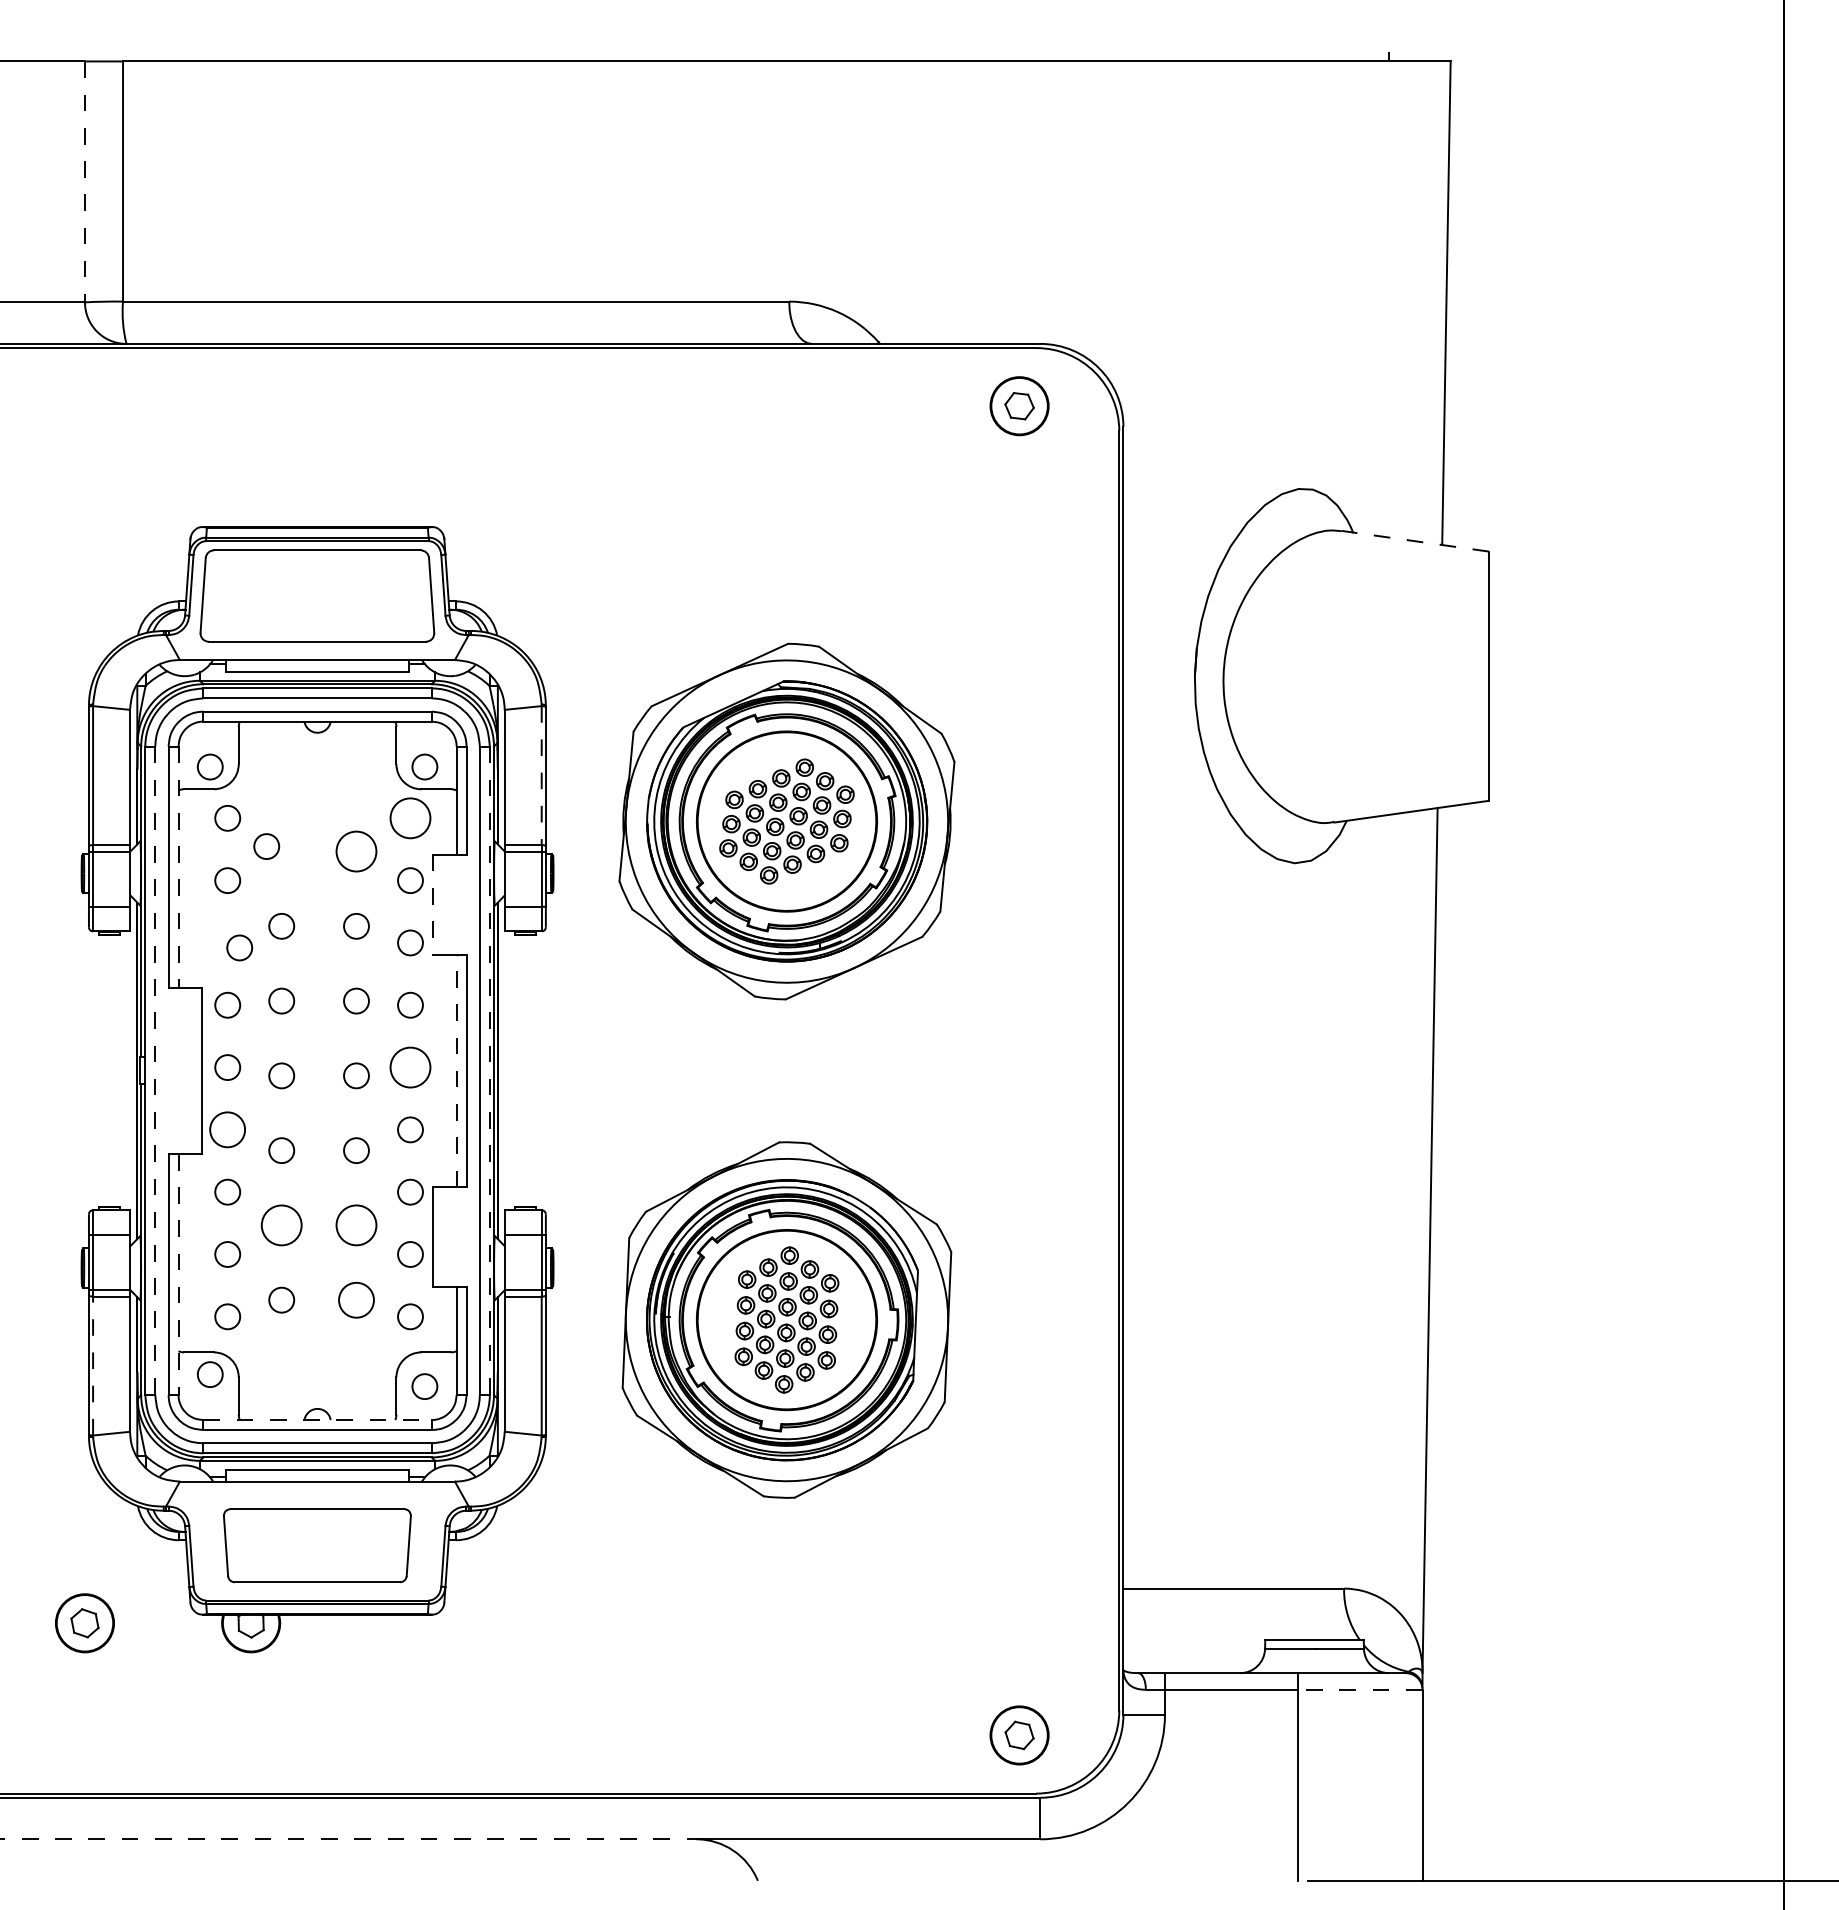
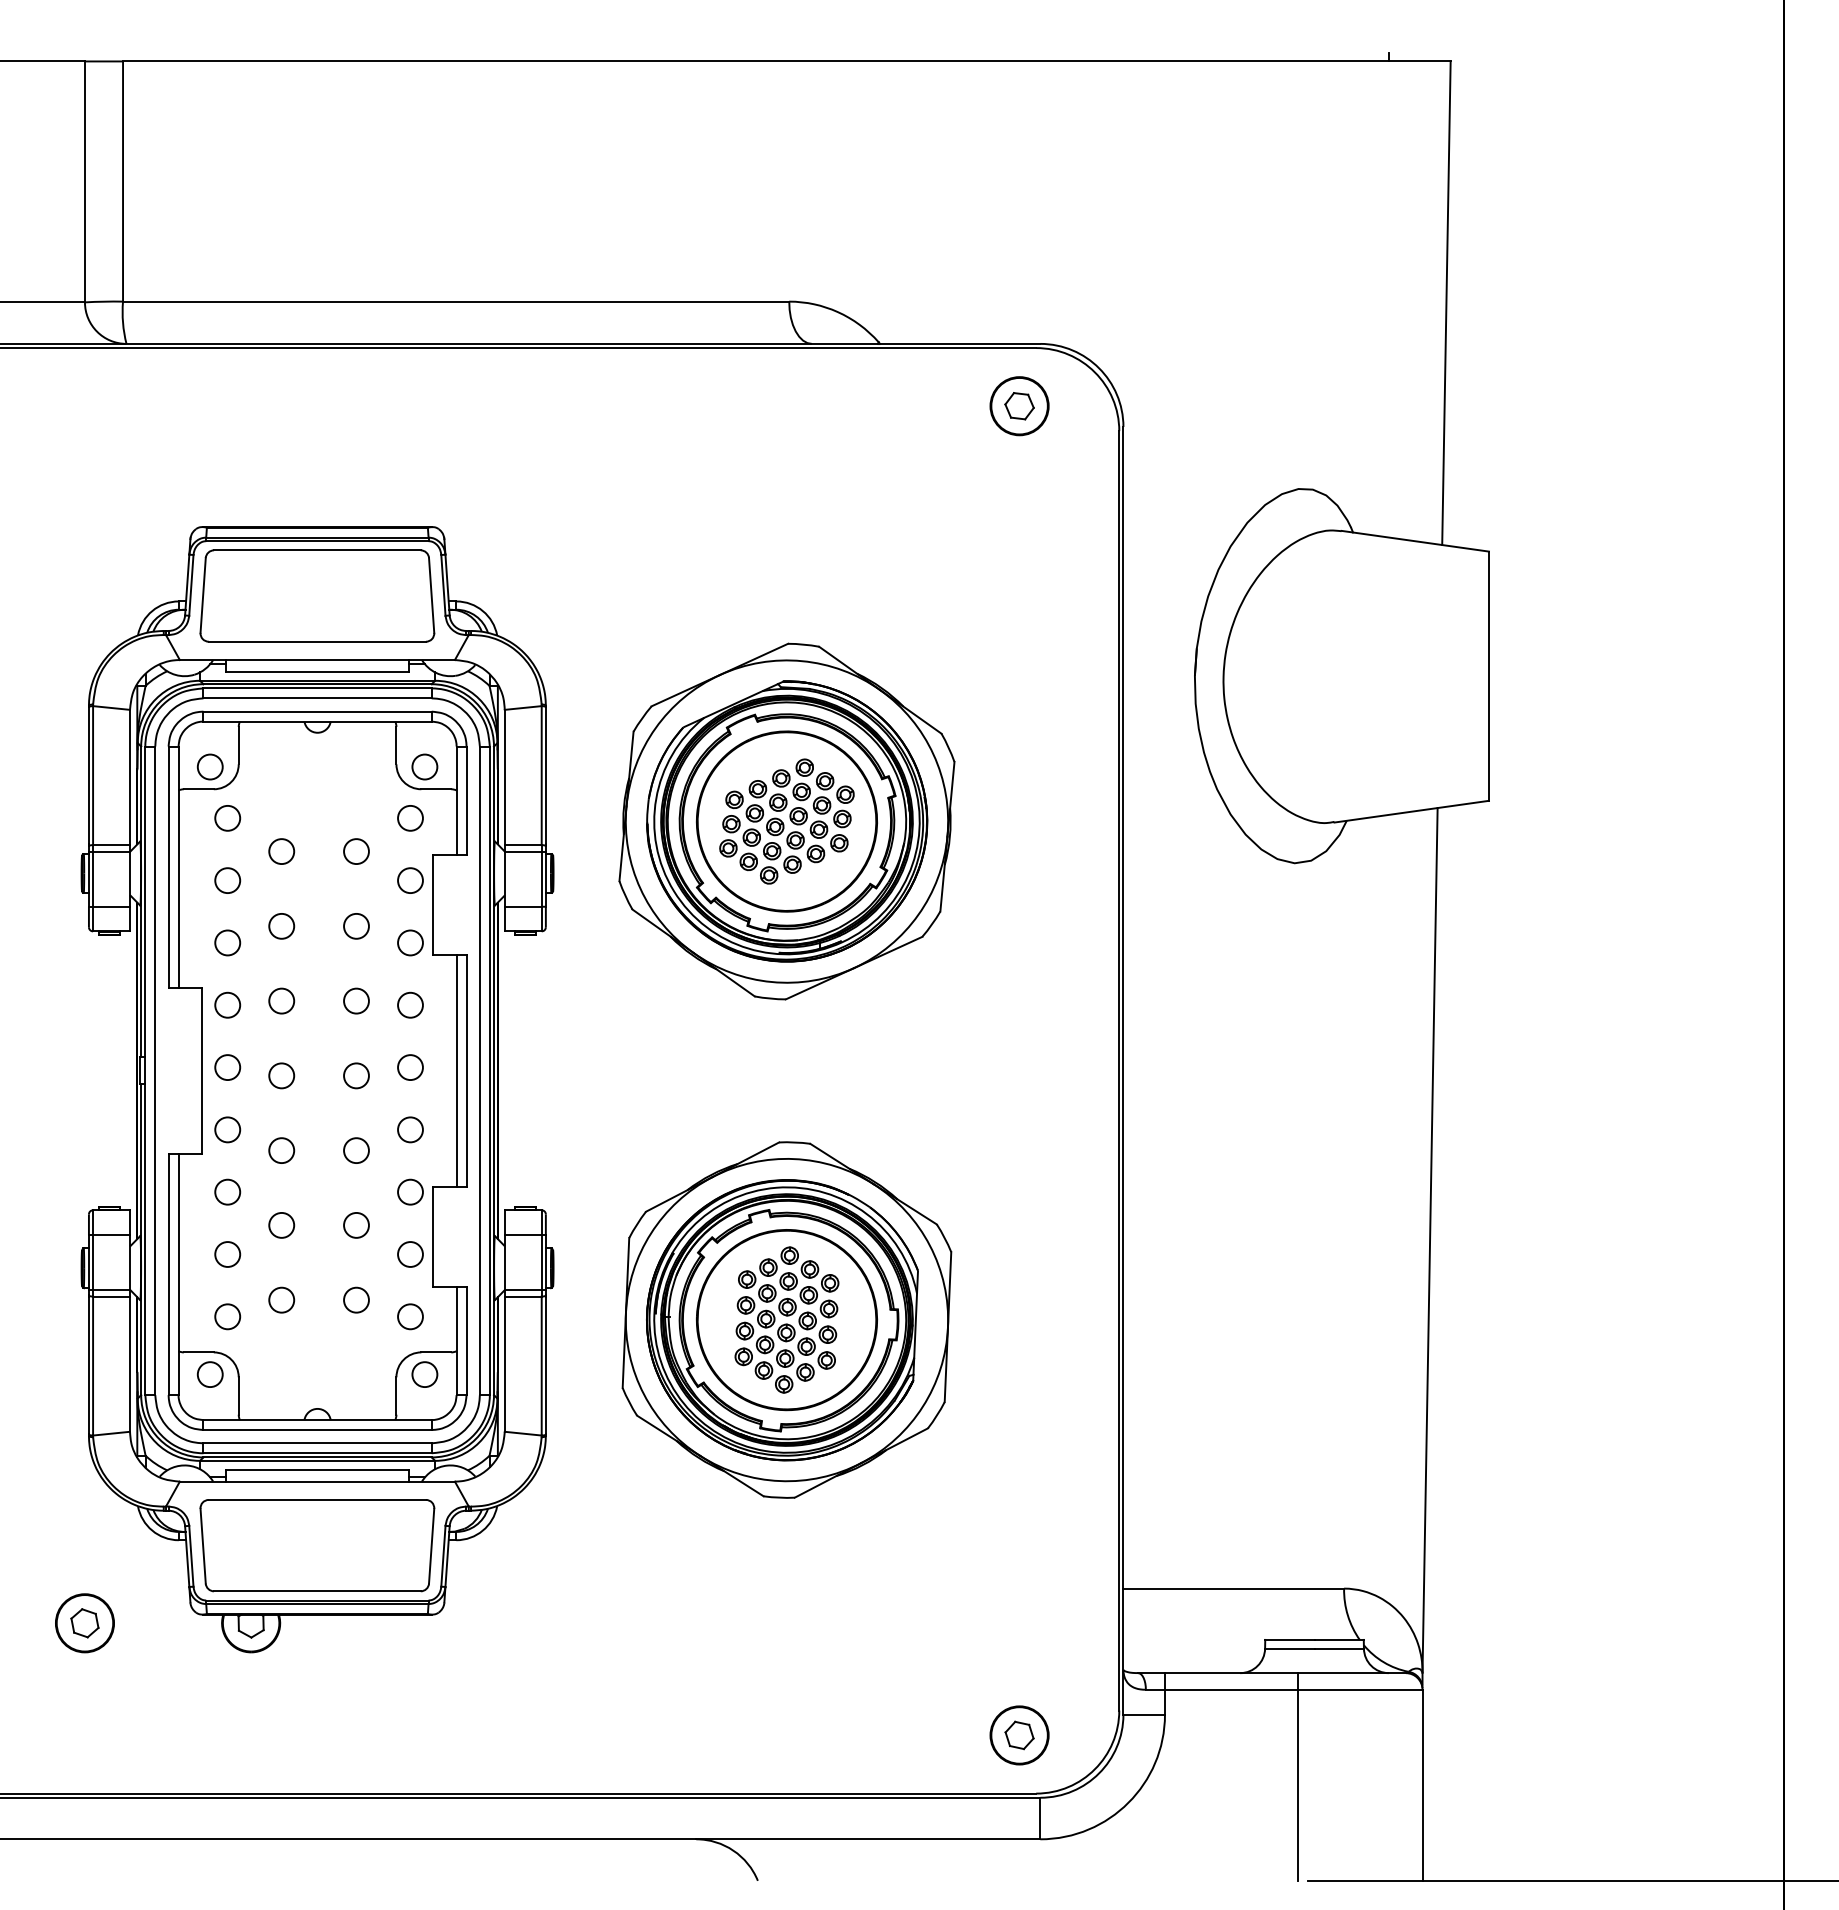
line at (84, 182): dashed -> solid
line at (1414, 541): dashed -> solid
line at (541, 776): dashed -> solid
circle at (410, 818) diameter: 40 px -> 25 px
circle at (266, 846) position: (266, 846) -> (281, 851)
circle at (356, 851) diameter: 40 px -> 25 px
line at (178, 867): dashed -> solid
line at (433, 904): dashed -> solid
circle at (239, 947) position: (239, 947) -> (227, 942)
circle at (410, 1067) diameter: 40 px -> 25 px
line at (456, 1070): dashed -> solid
line at (155, 1071): dashed -> solid
line at (489, 1071): dashed -> solid
circle at (227, 1129) size: 37x38 px -> 28x28 px
circle at (281, 1225) diameter: 40 px -> 25 px
circle at (356, 1225) size: 43x43 px -> 27x27 px
line at (178, 1274): dashed -> solid
circle at (356, 1299) size: 37x38 px -> 27x28 px
line at (93, 1365): dashed -> solid
circle at (424, 1386) position: (424, 1386) -> (424, 1374)
line at (318, 1420): dashed -> solid
part at (317, 1545) size: 189x76 px -> 237x94 px
line at (1359, 1689): dashed -> solid
line at (348, 1839): dashed -> solid
